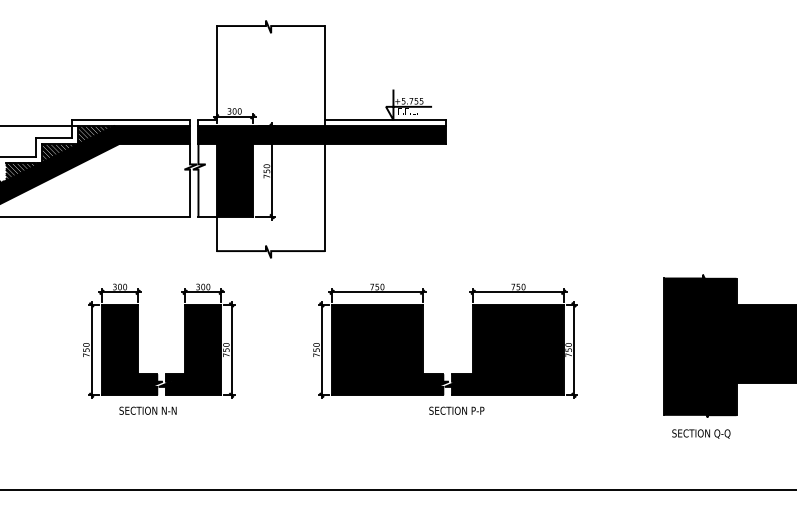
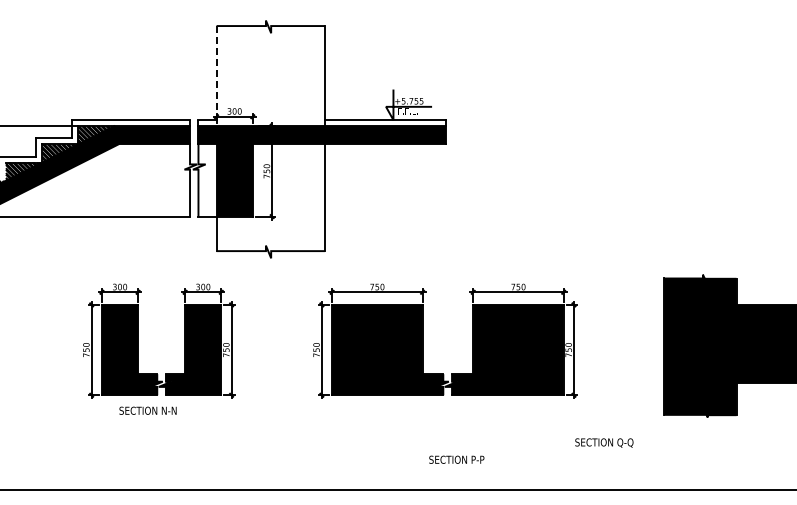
line at (216, 73): solid -> dashed
text at (456, 410) position: (456, 410) -> (456, 459)
text at (701, 433) position: (701, 433) -> (604, 442)
